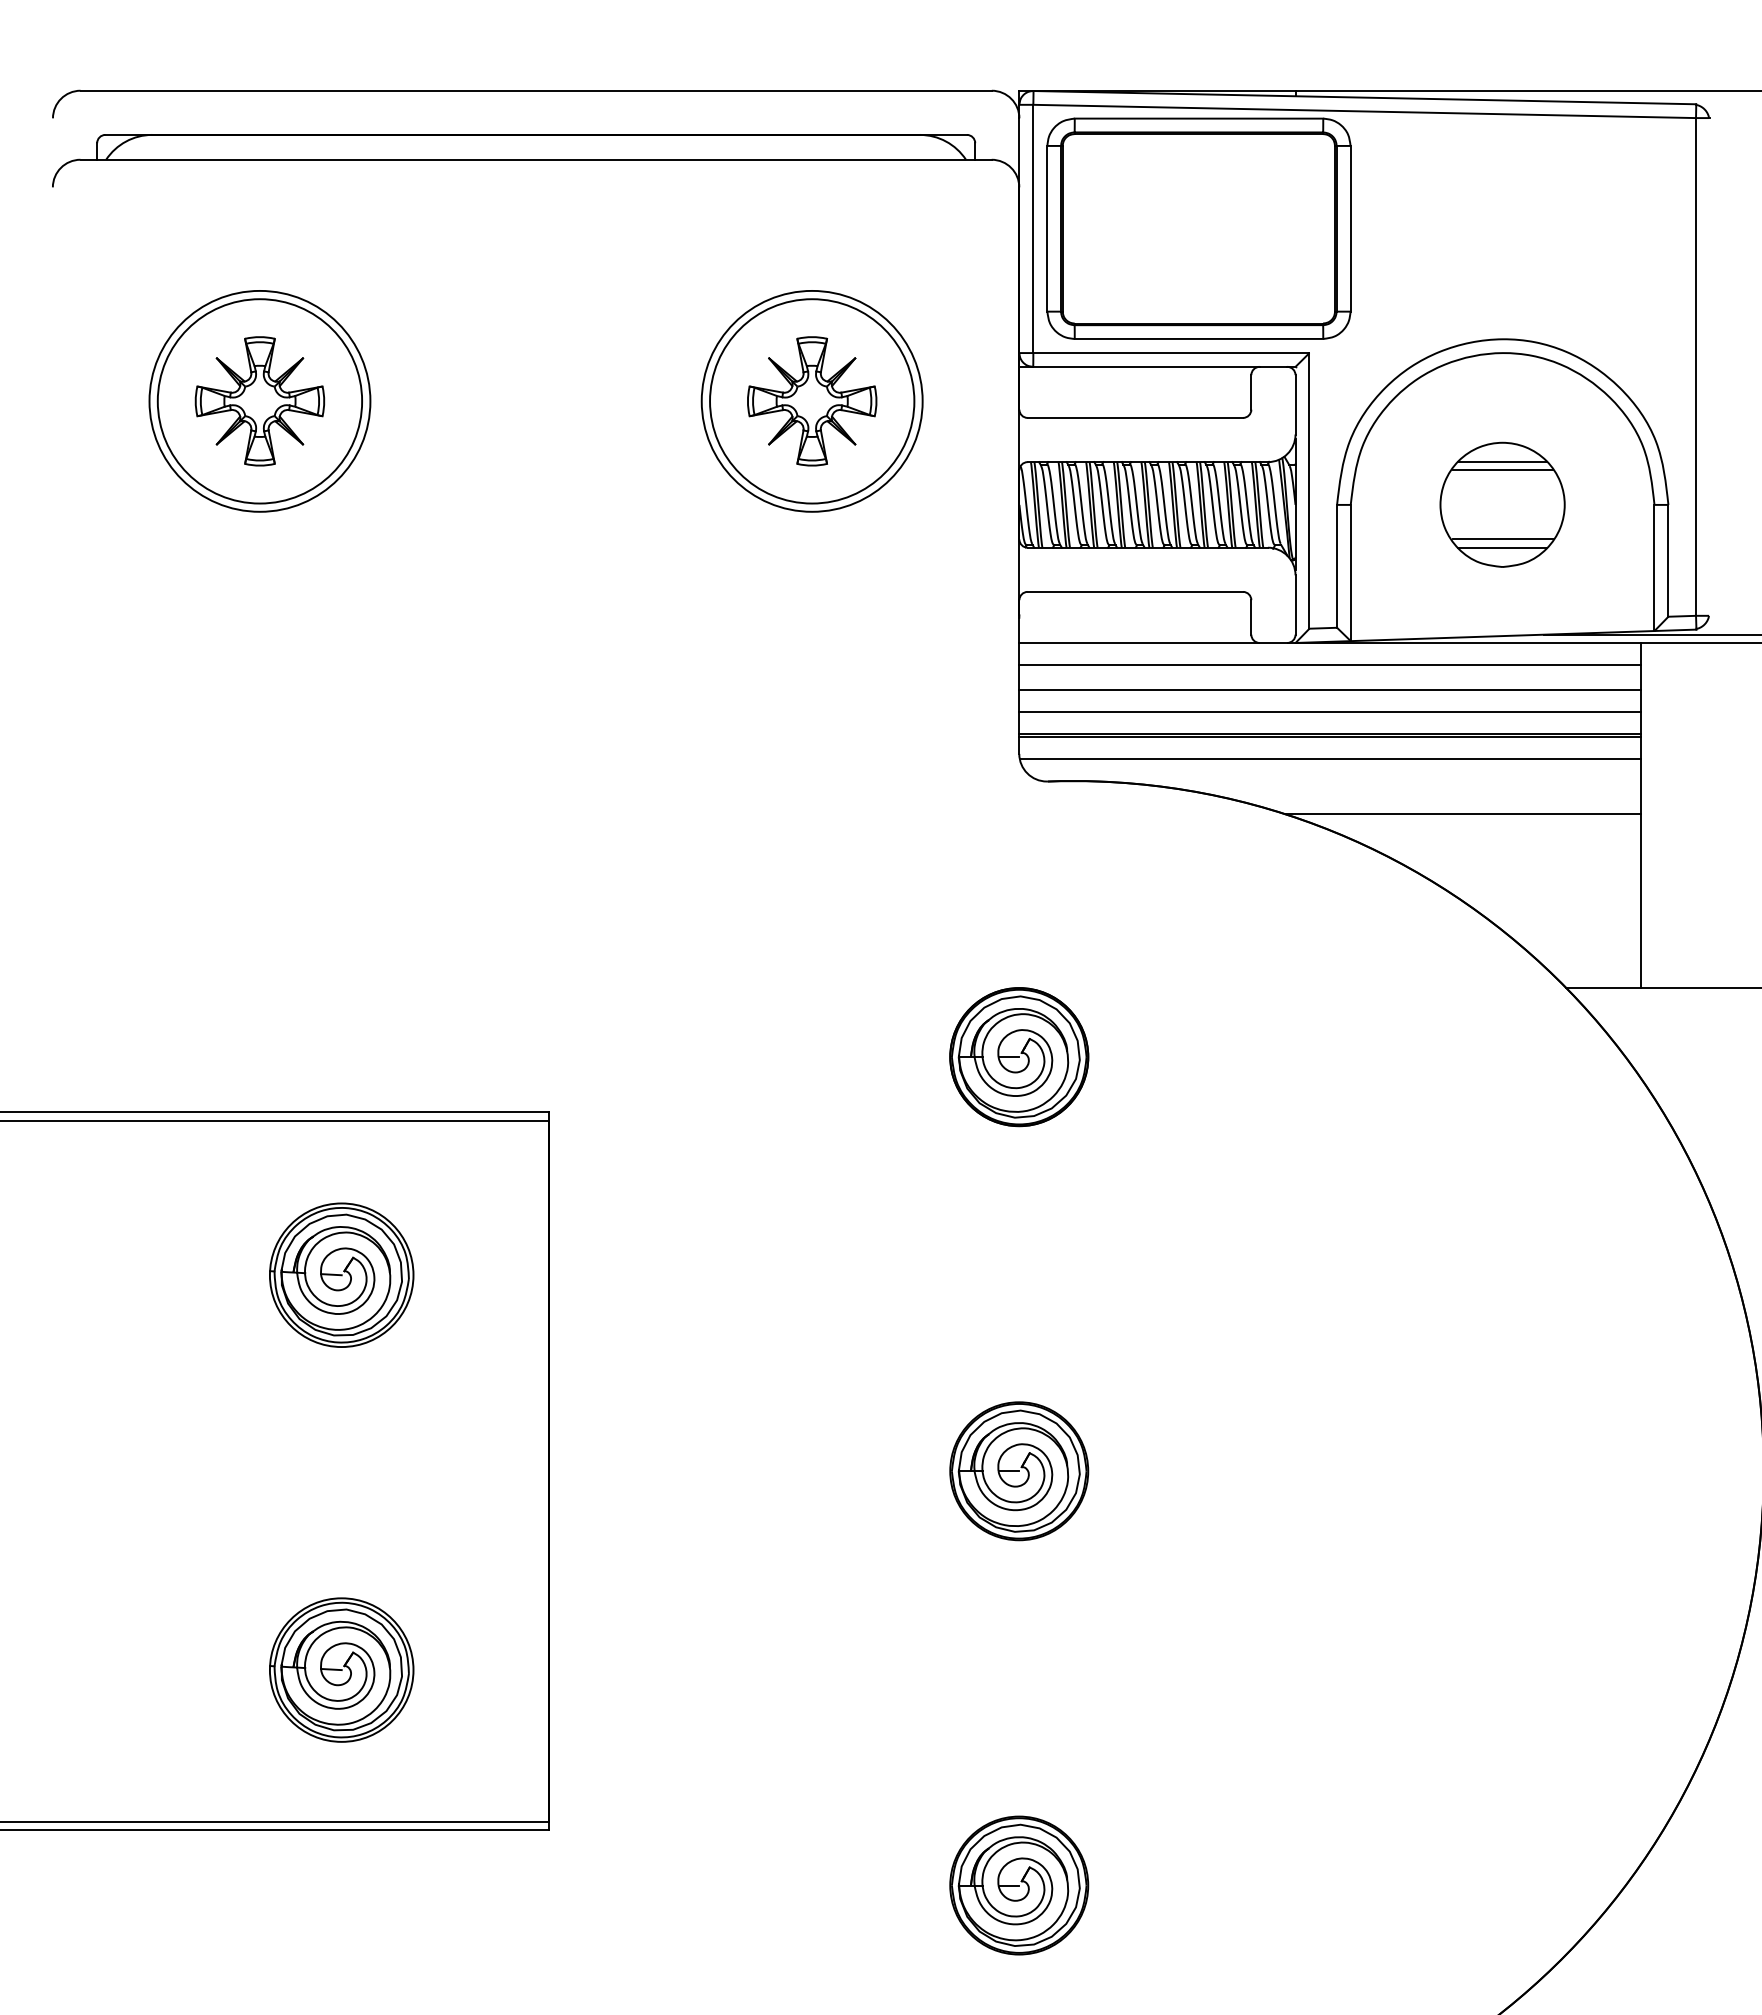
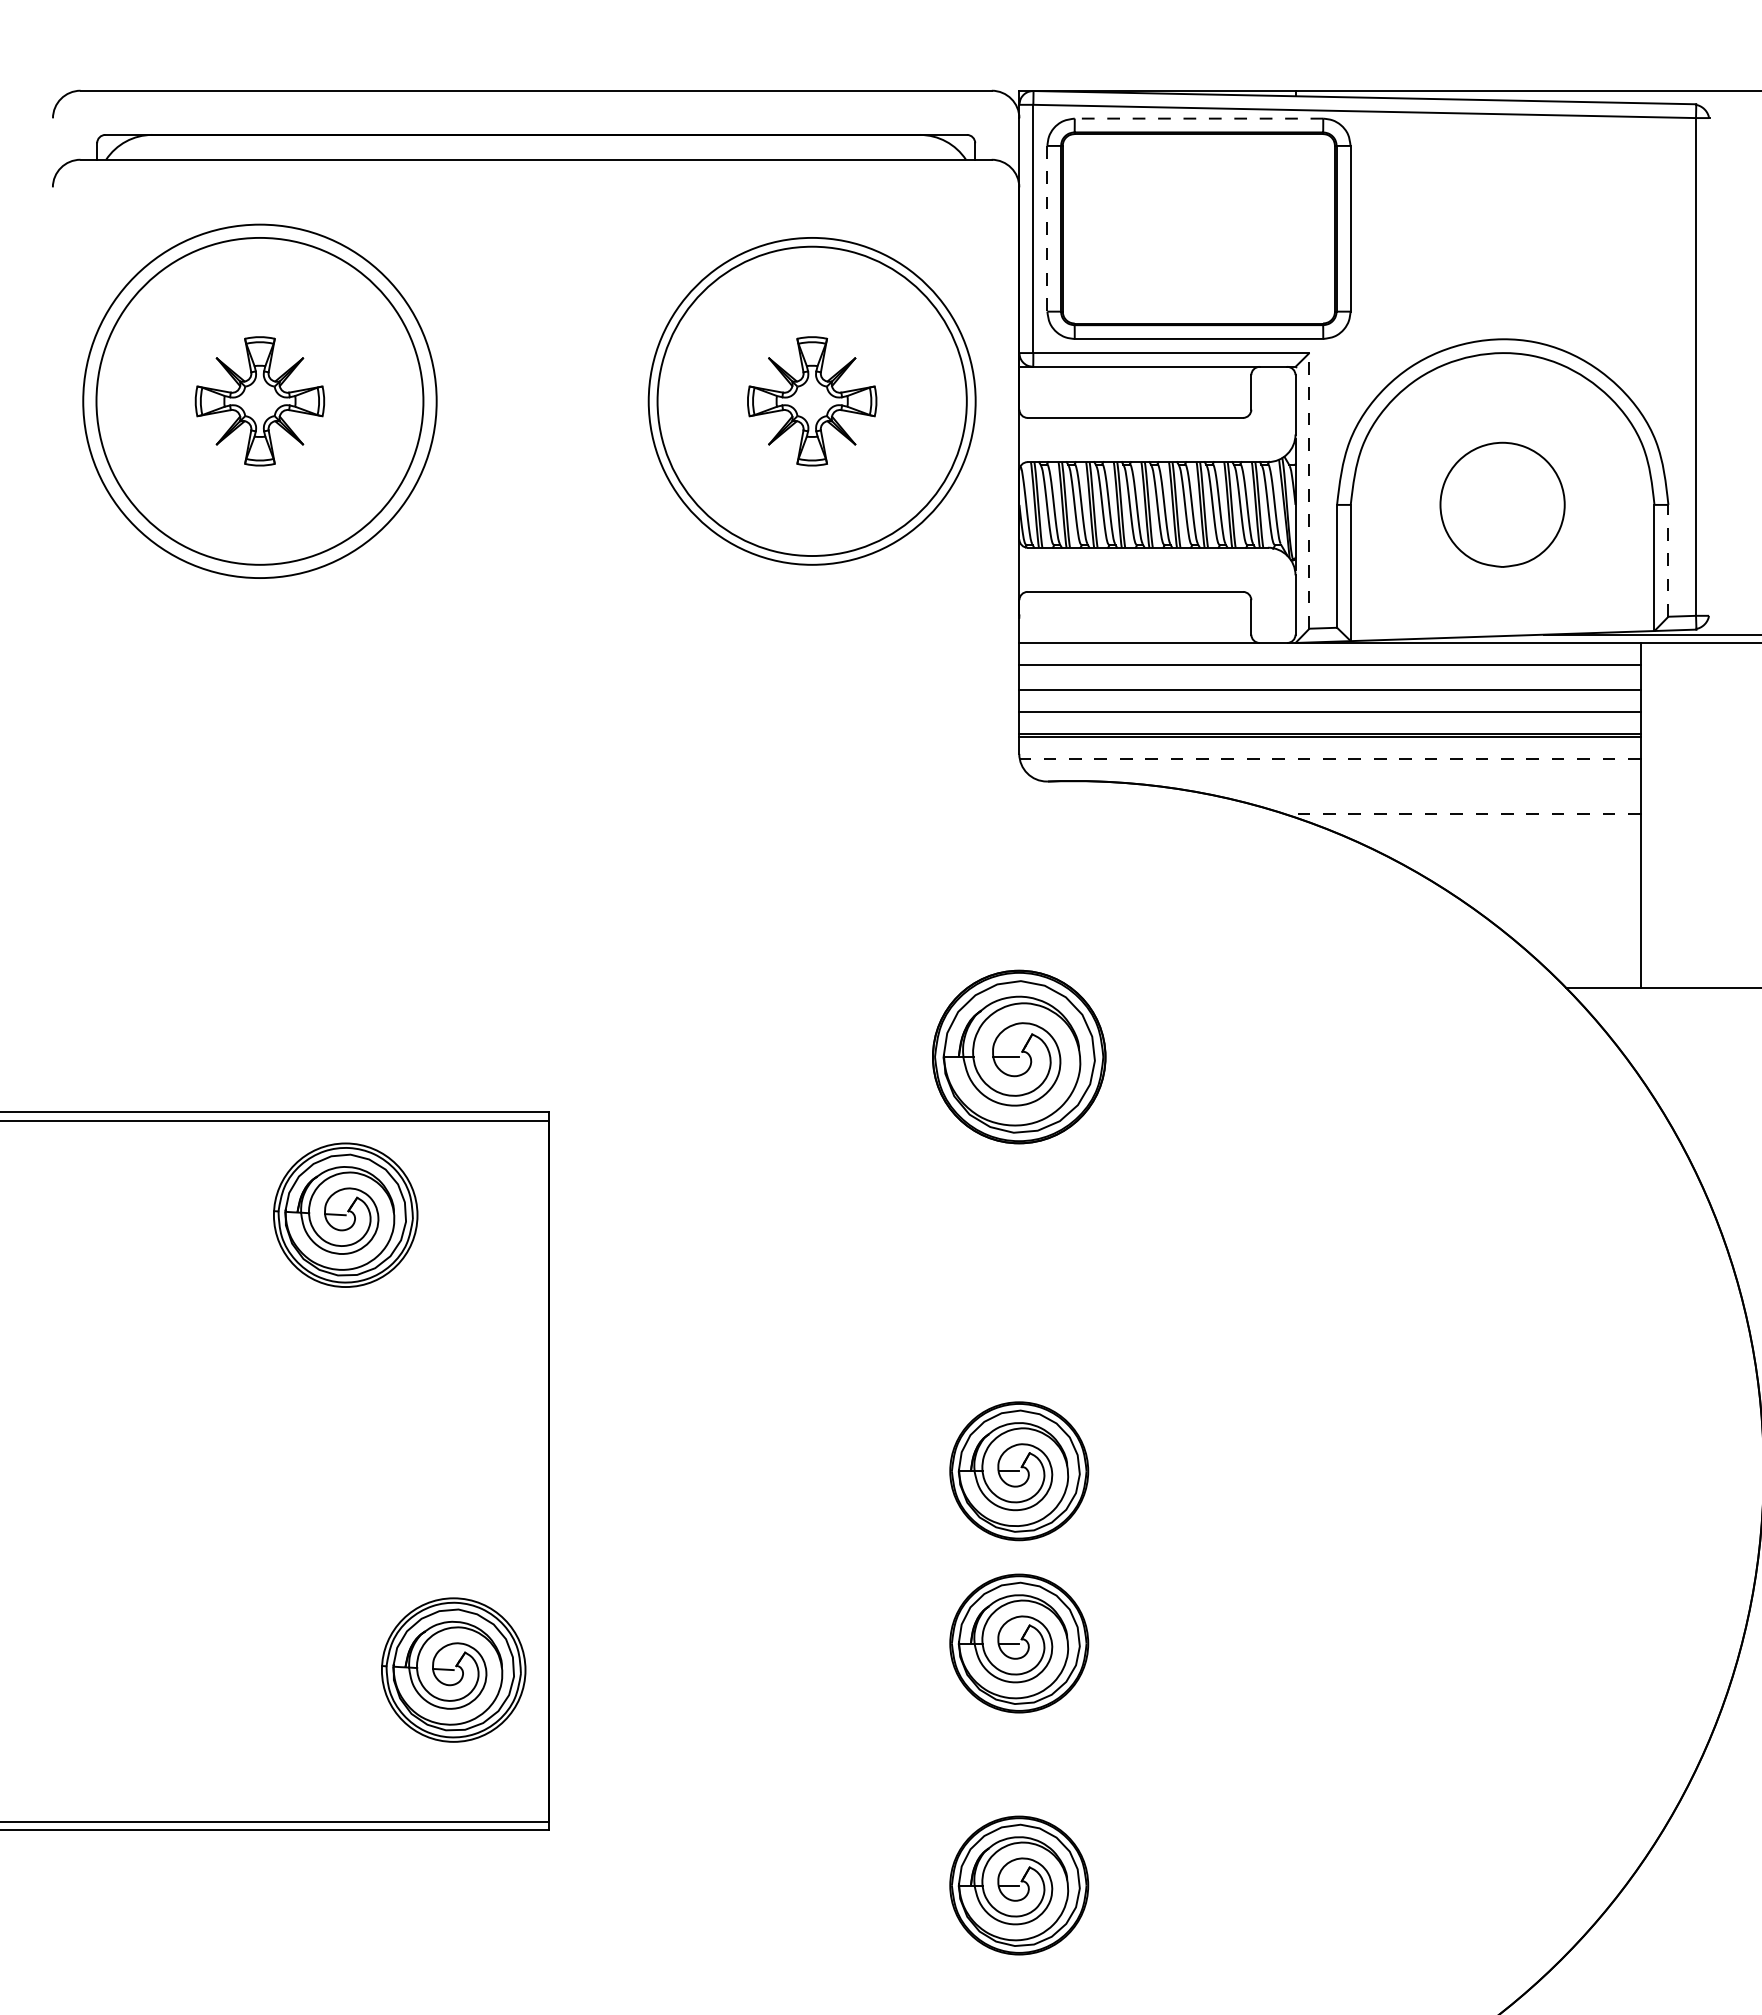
line at (1198, 118): solid -> dashed
line at (1047, 228): solid -> dashed
circle at (259, 400) diameter: 221 px -> 353 px
circle at (811, 400) diameter: 221 px -> 309 px
circle at (259, 401) diameter: 204 px -> 327 px
circle at (812, 401) diameter: 204 px -> 327 px
line at (1502, 462): present -> none
line at (1502, 470): present -> none
line at (1309, 490): solid -> dashed
line at (1502, 539): present -> none
line at (1502, 547): present -> none
line at (1668, 560): solid -> dashed
line at (1329, 759): solid -> dashed
line at (1463, 814): solid -> dashed
part at (1019, 1057) size: 141x141 px -> 175x176 px
part at (341, 1274) position: (341, 1274) -> (345, 1214)
part at (1019, 1643): none -> present
part at (341, 1669) position: (341, 1669) -> (453, 1669)
